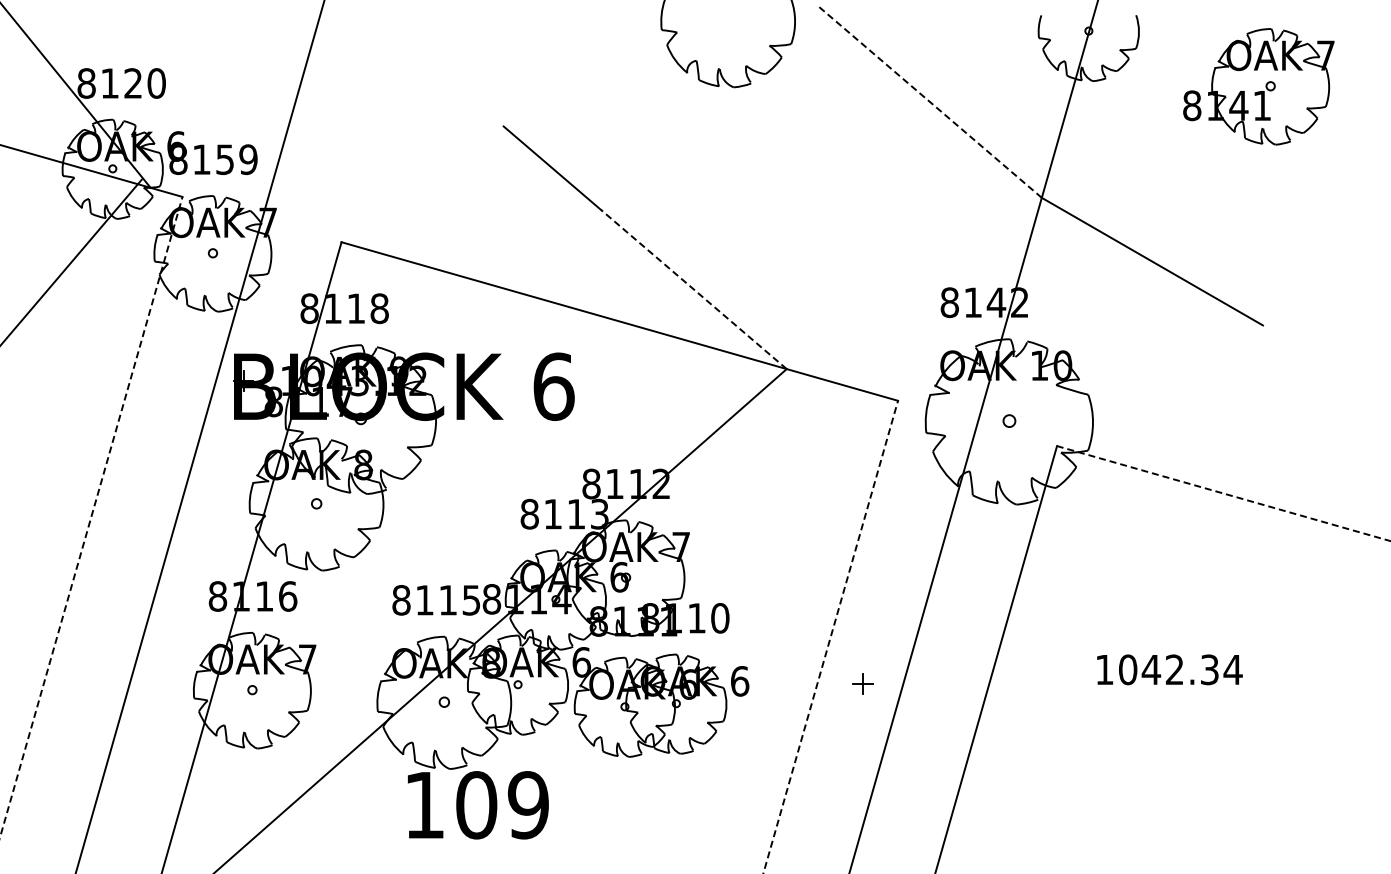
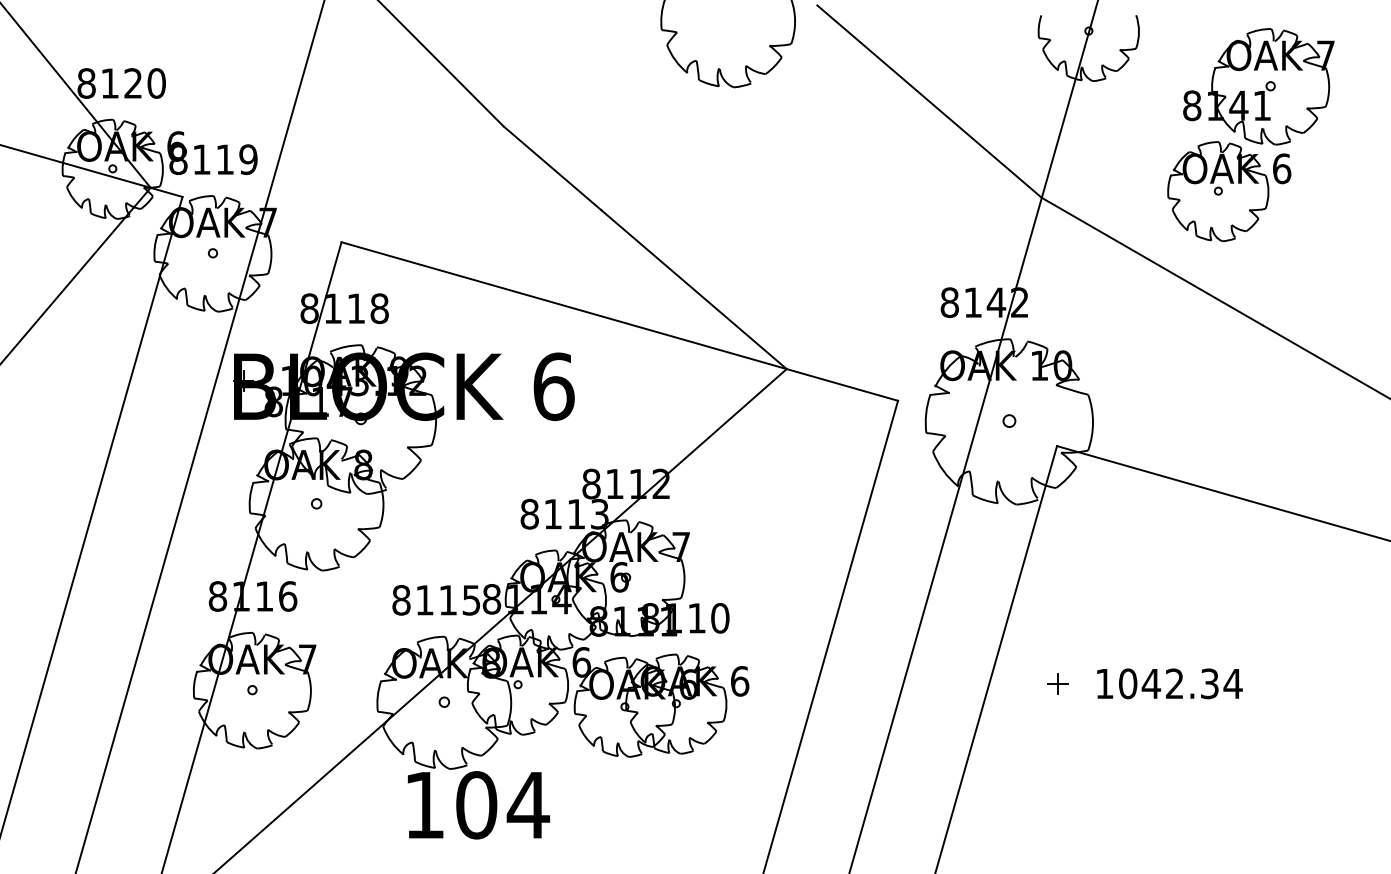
line at (441, 64): none -> present
line at (929, 101): dashed -> solid
text at (224, 159): 8159 -> 8119
part at (1229, 191): none -> present
line at (71, 261) position: (71, 261) -> (76, 274)
line at (693, 289): dashed -> solid
line at (1324, 361): none -> present
line at (1223, 493): dashed -> solid
line at (91, 517): dashed -> solid
line at (830, 637): dashed -> solid
text at (1169, 669) position: (1169, 669) -> (1169, 683)
part at (862, 683) position: (862, 683) -> (1057, 683)
text at (528, 805): 109 -> 104
